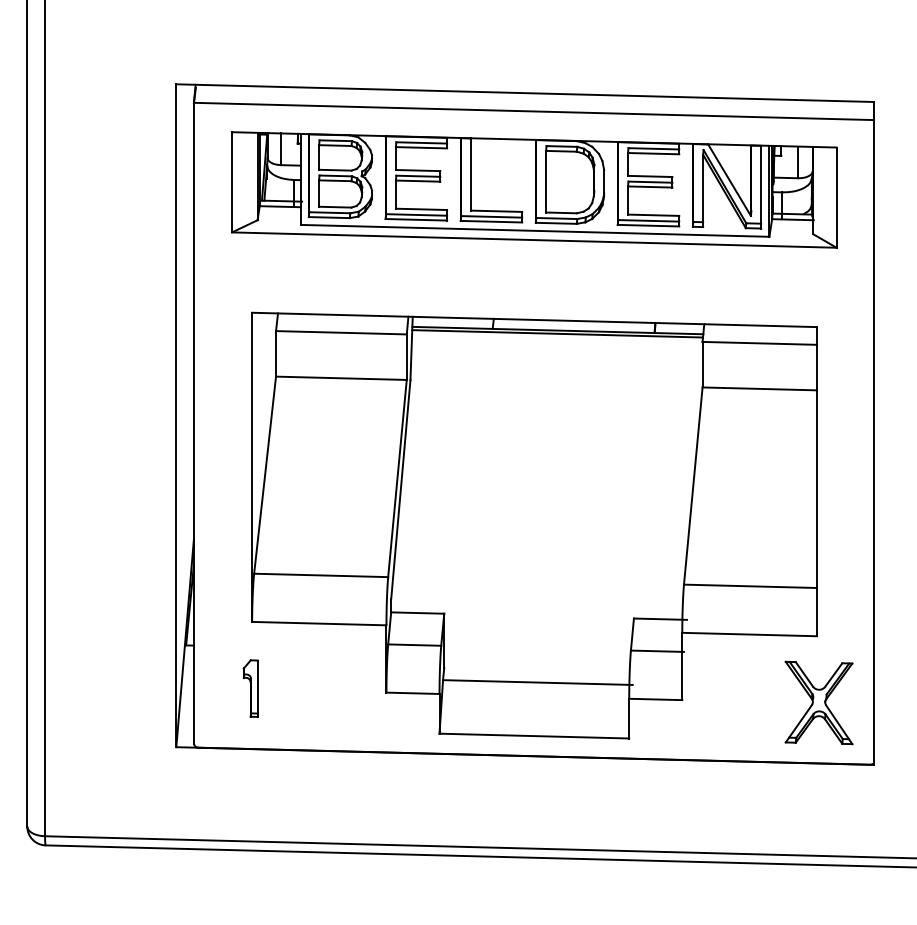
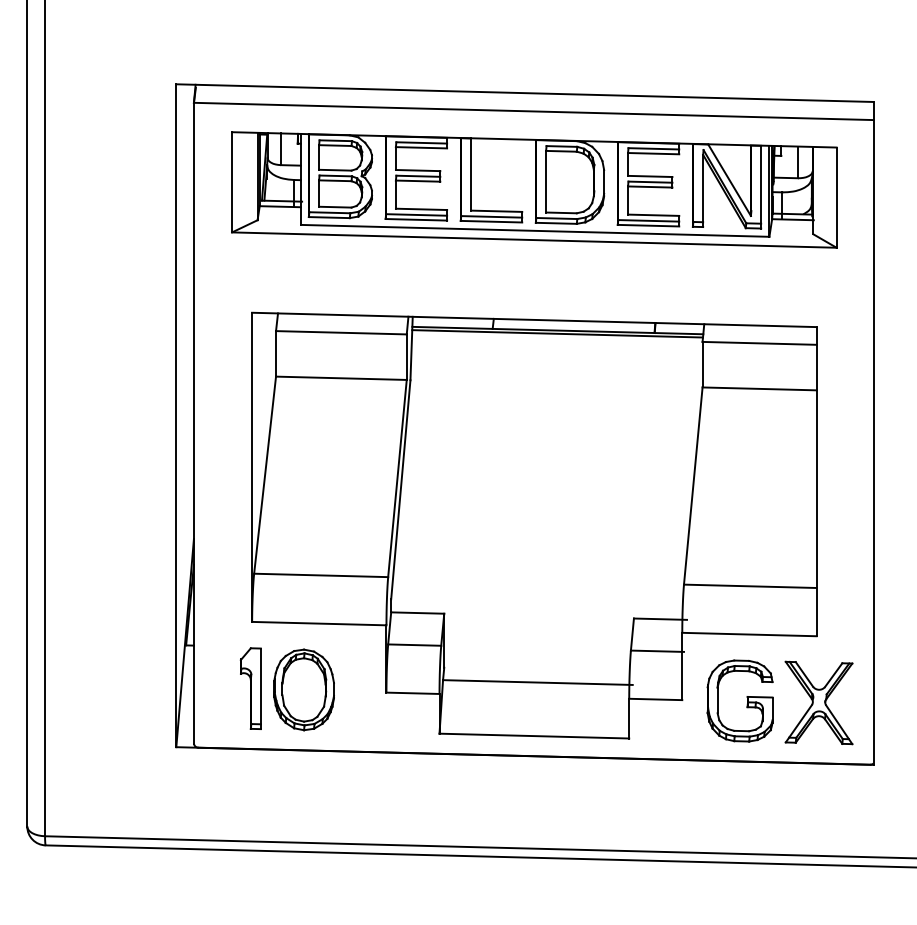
part at (250, 688) size: 17x59 px -> 23x83 px
part at (303, 689): none -> present
part at (746, 697): none -> present
